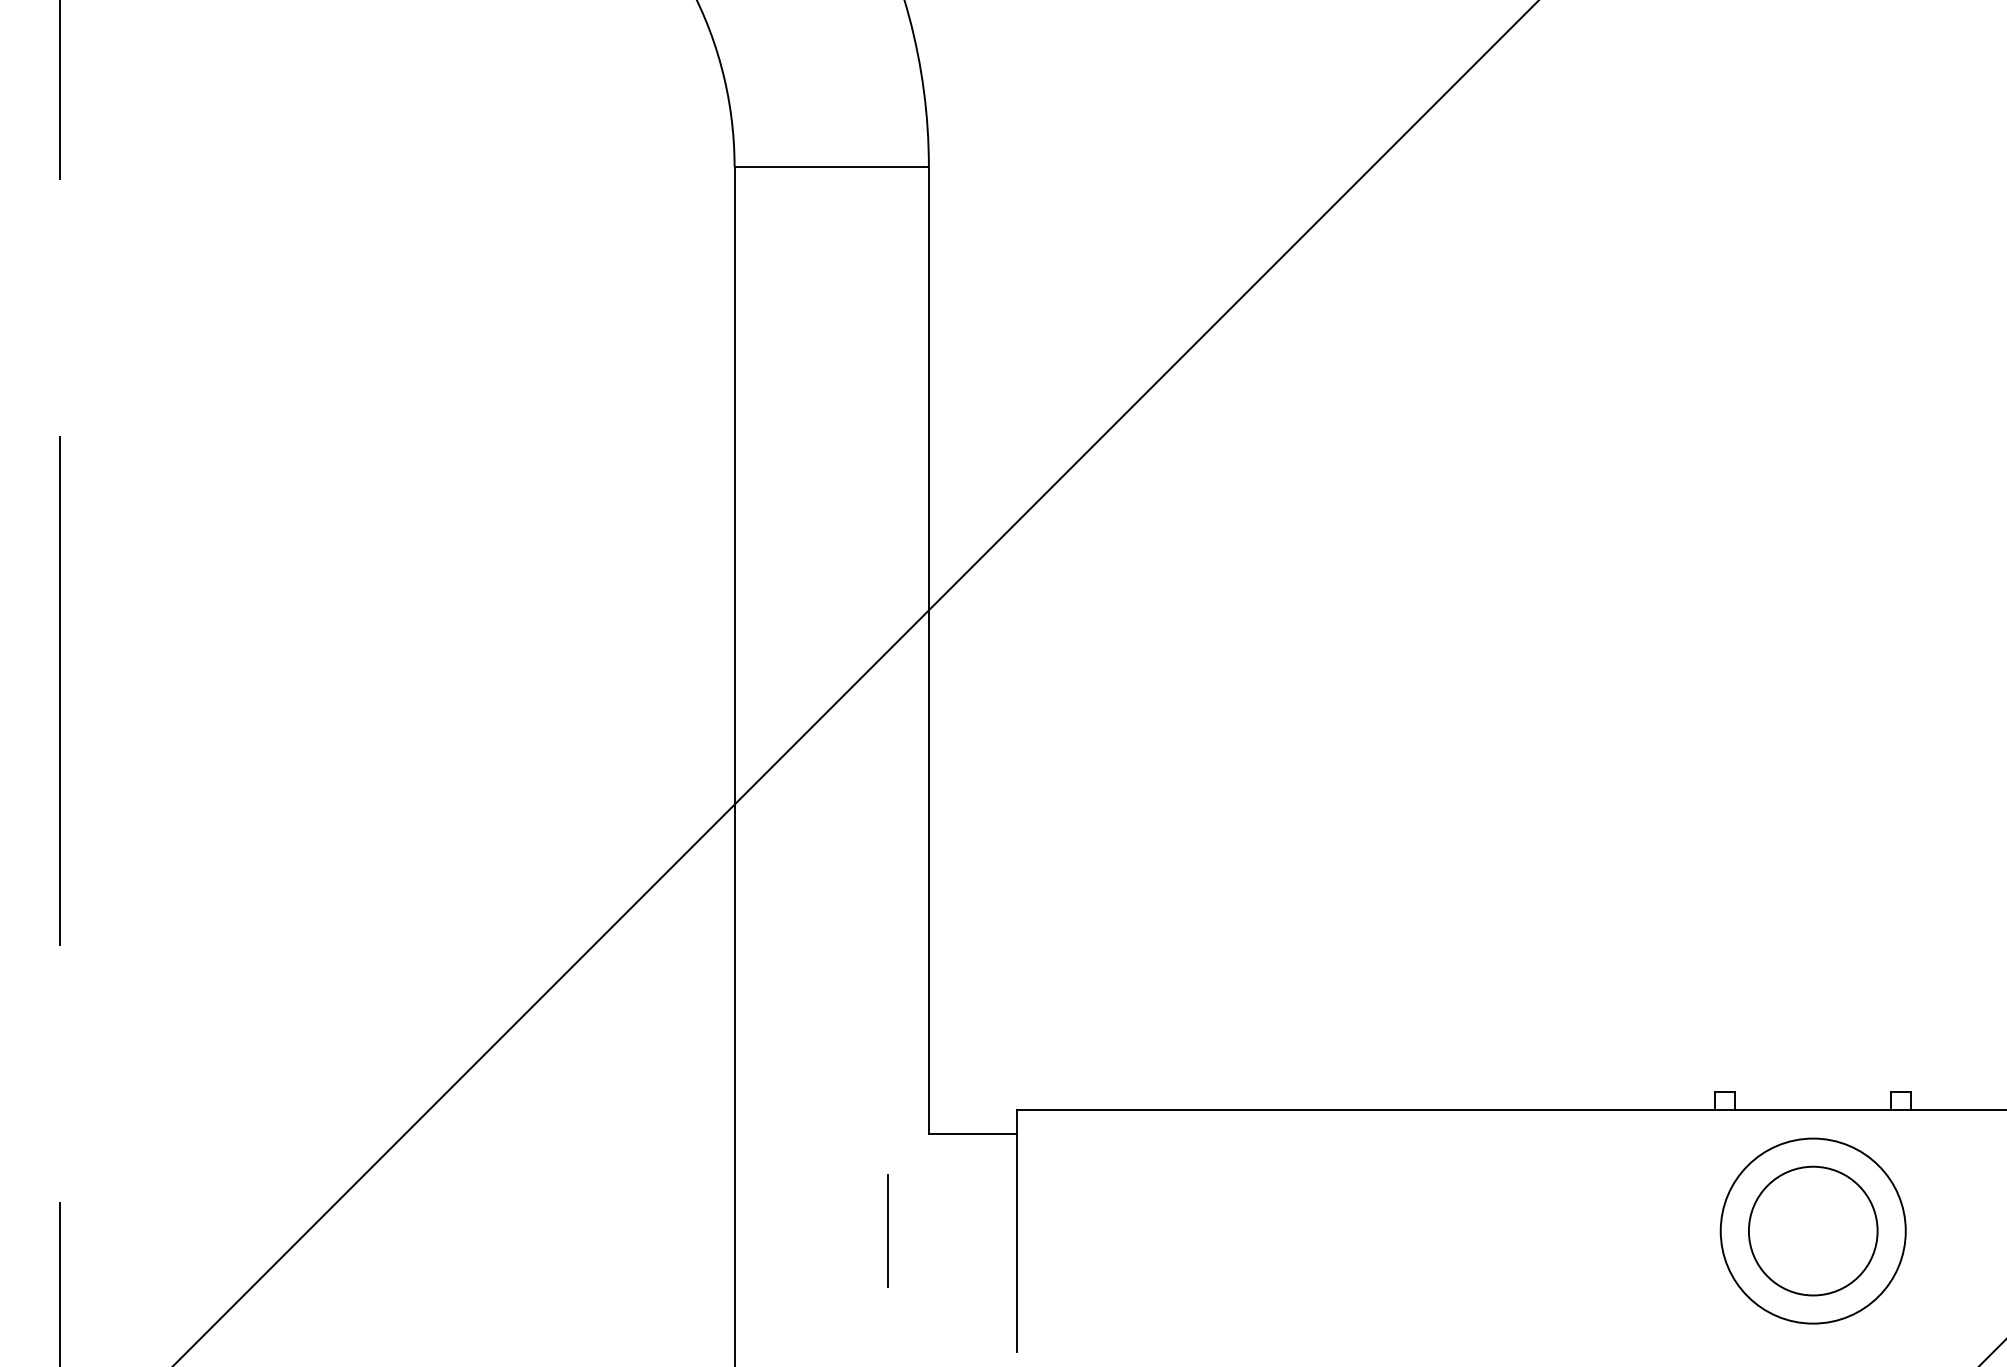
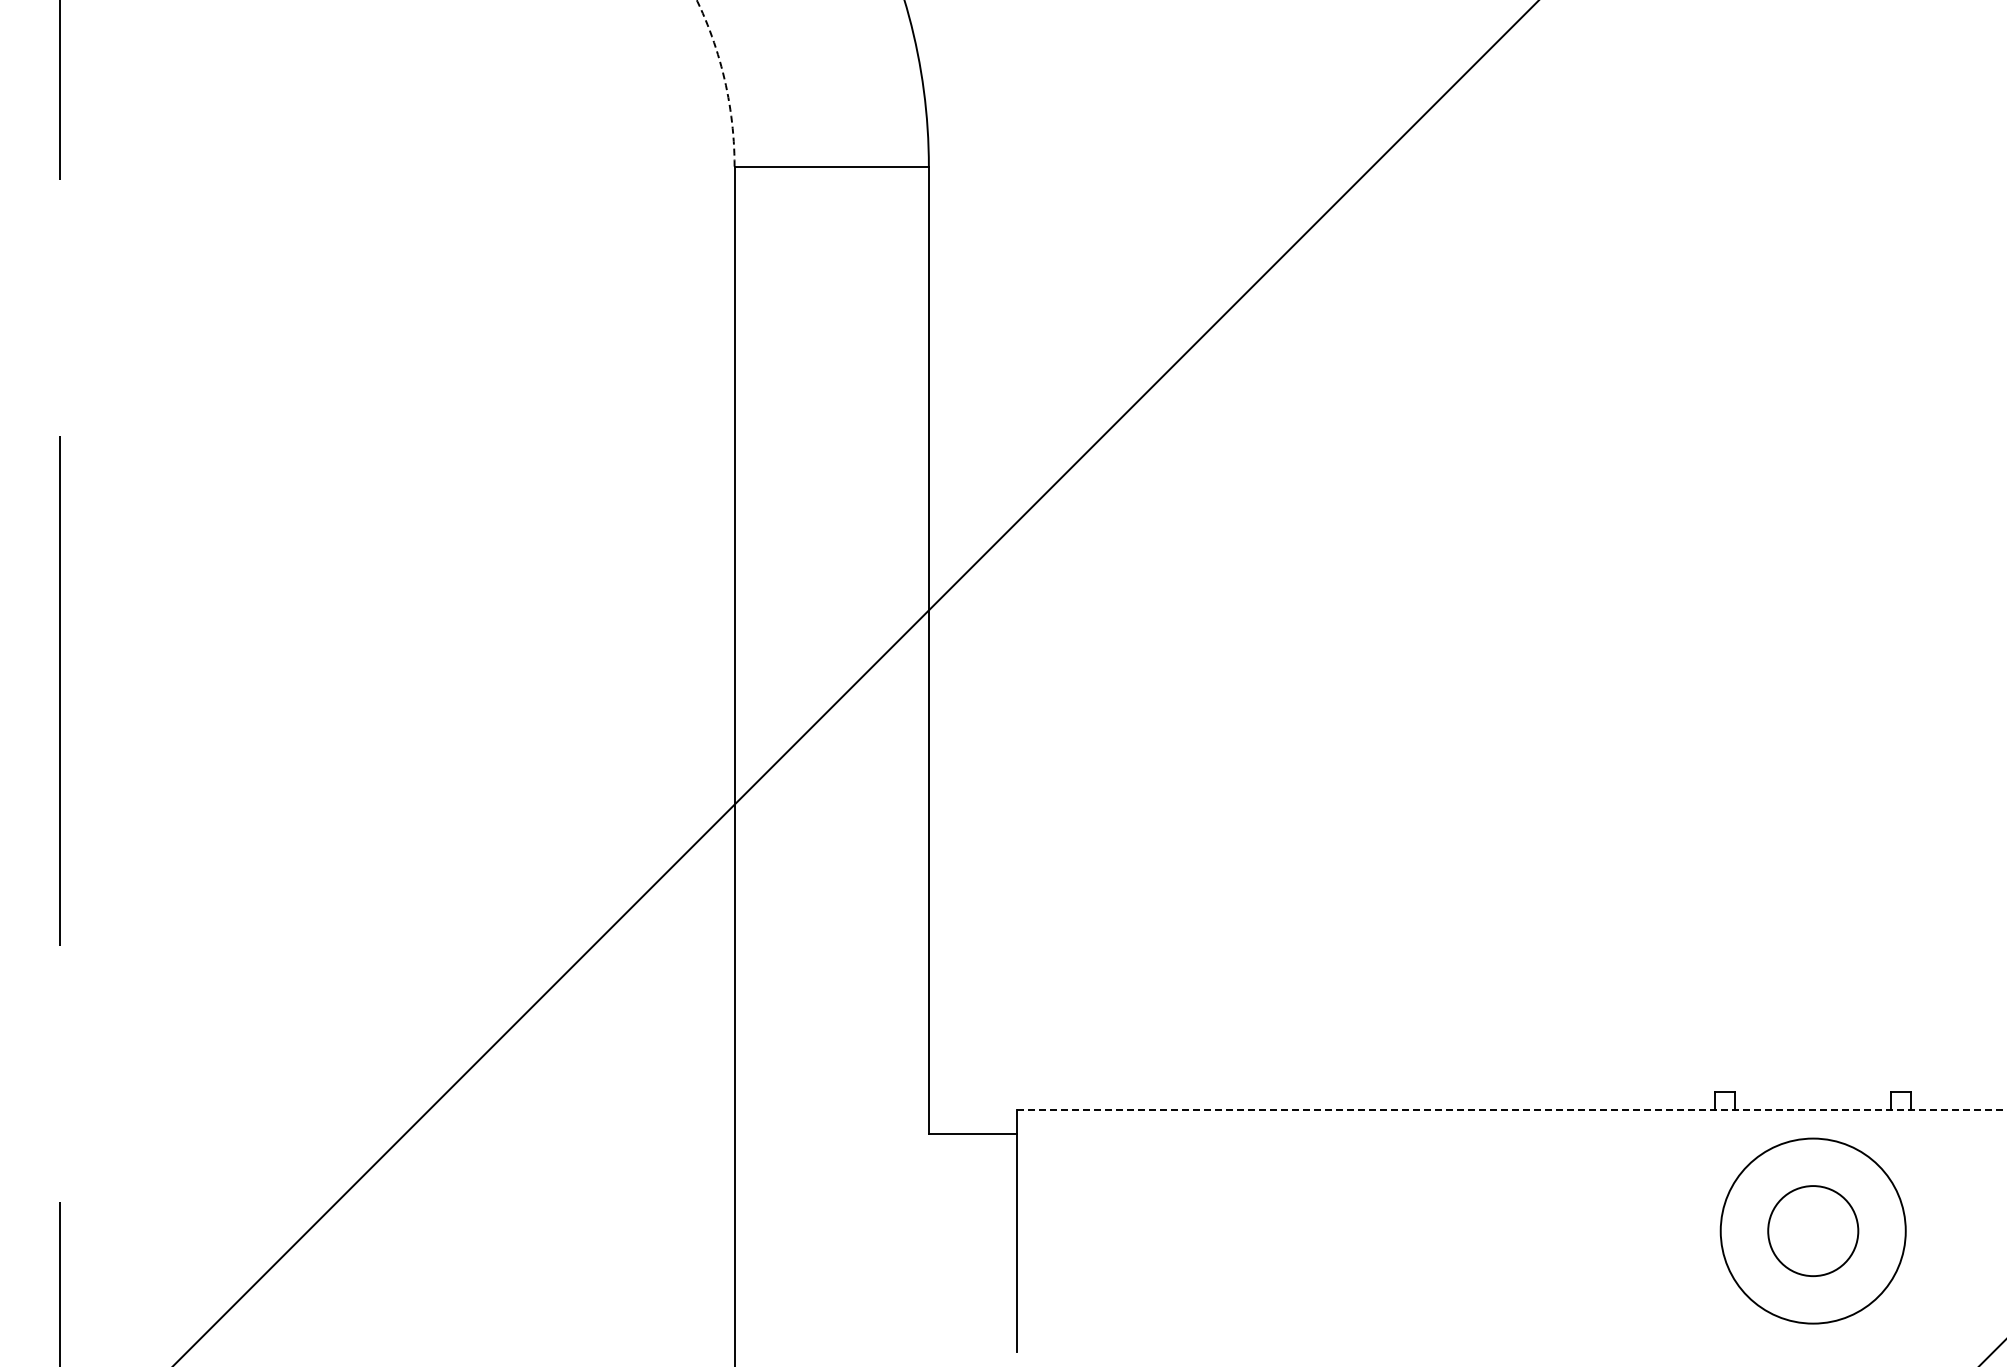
arc at (724, 80): solid -> dashed
line at (1511, 1109): solid -> dashed
line at (887, 1230): present -> none
circle at (1812, 1230) diameter: 129 px -> 90 px
